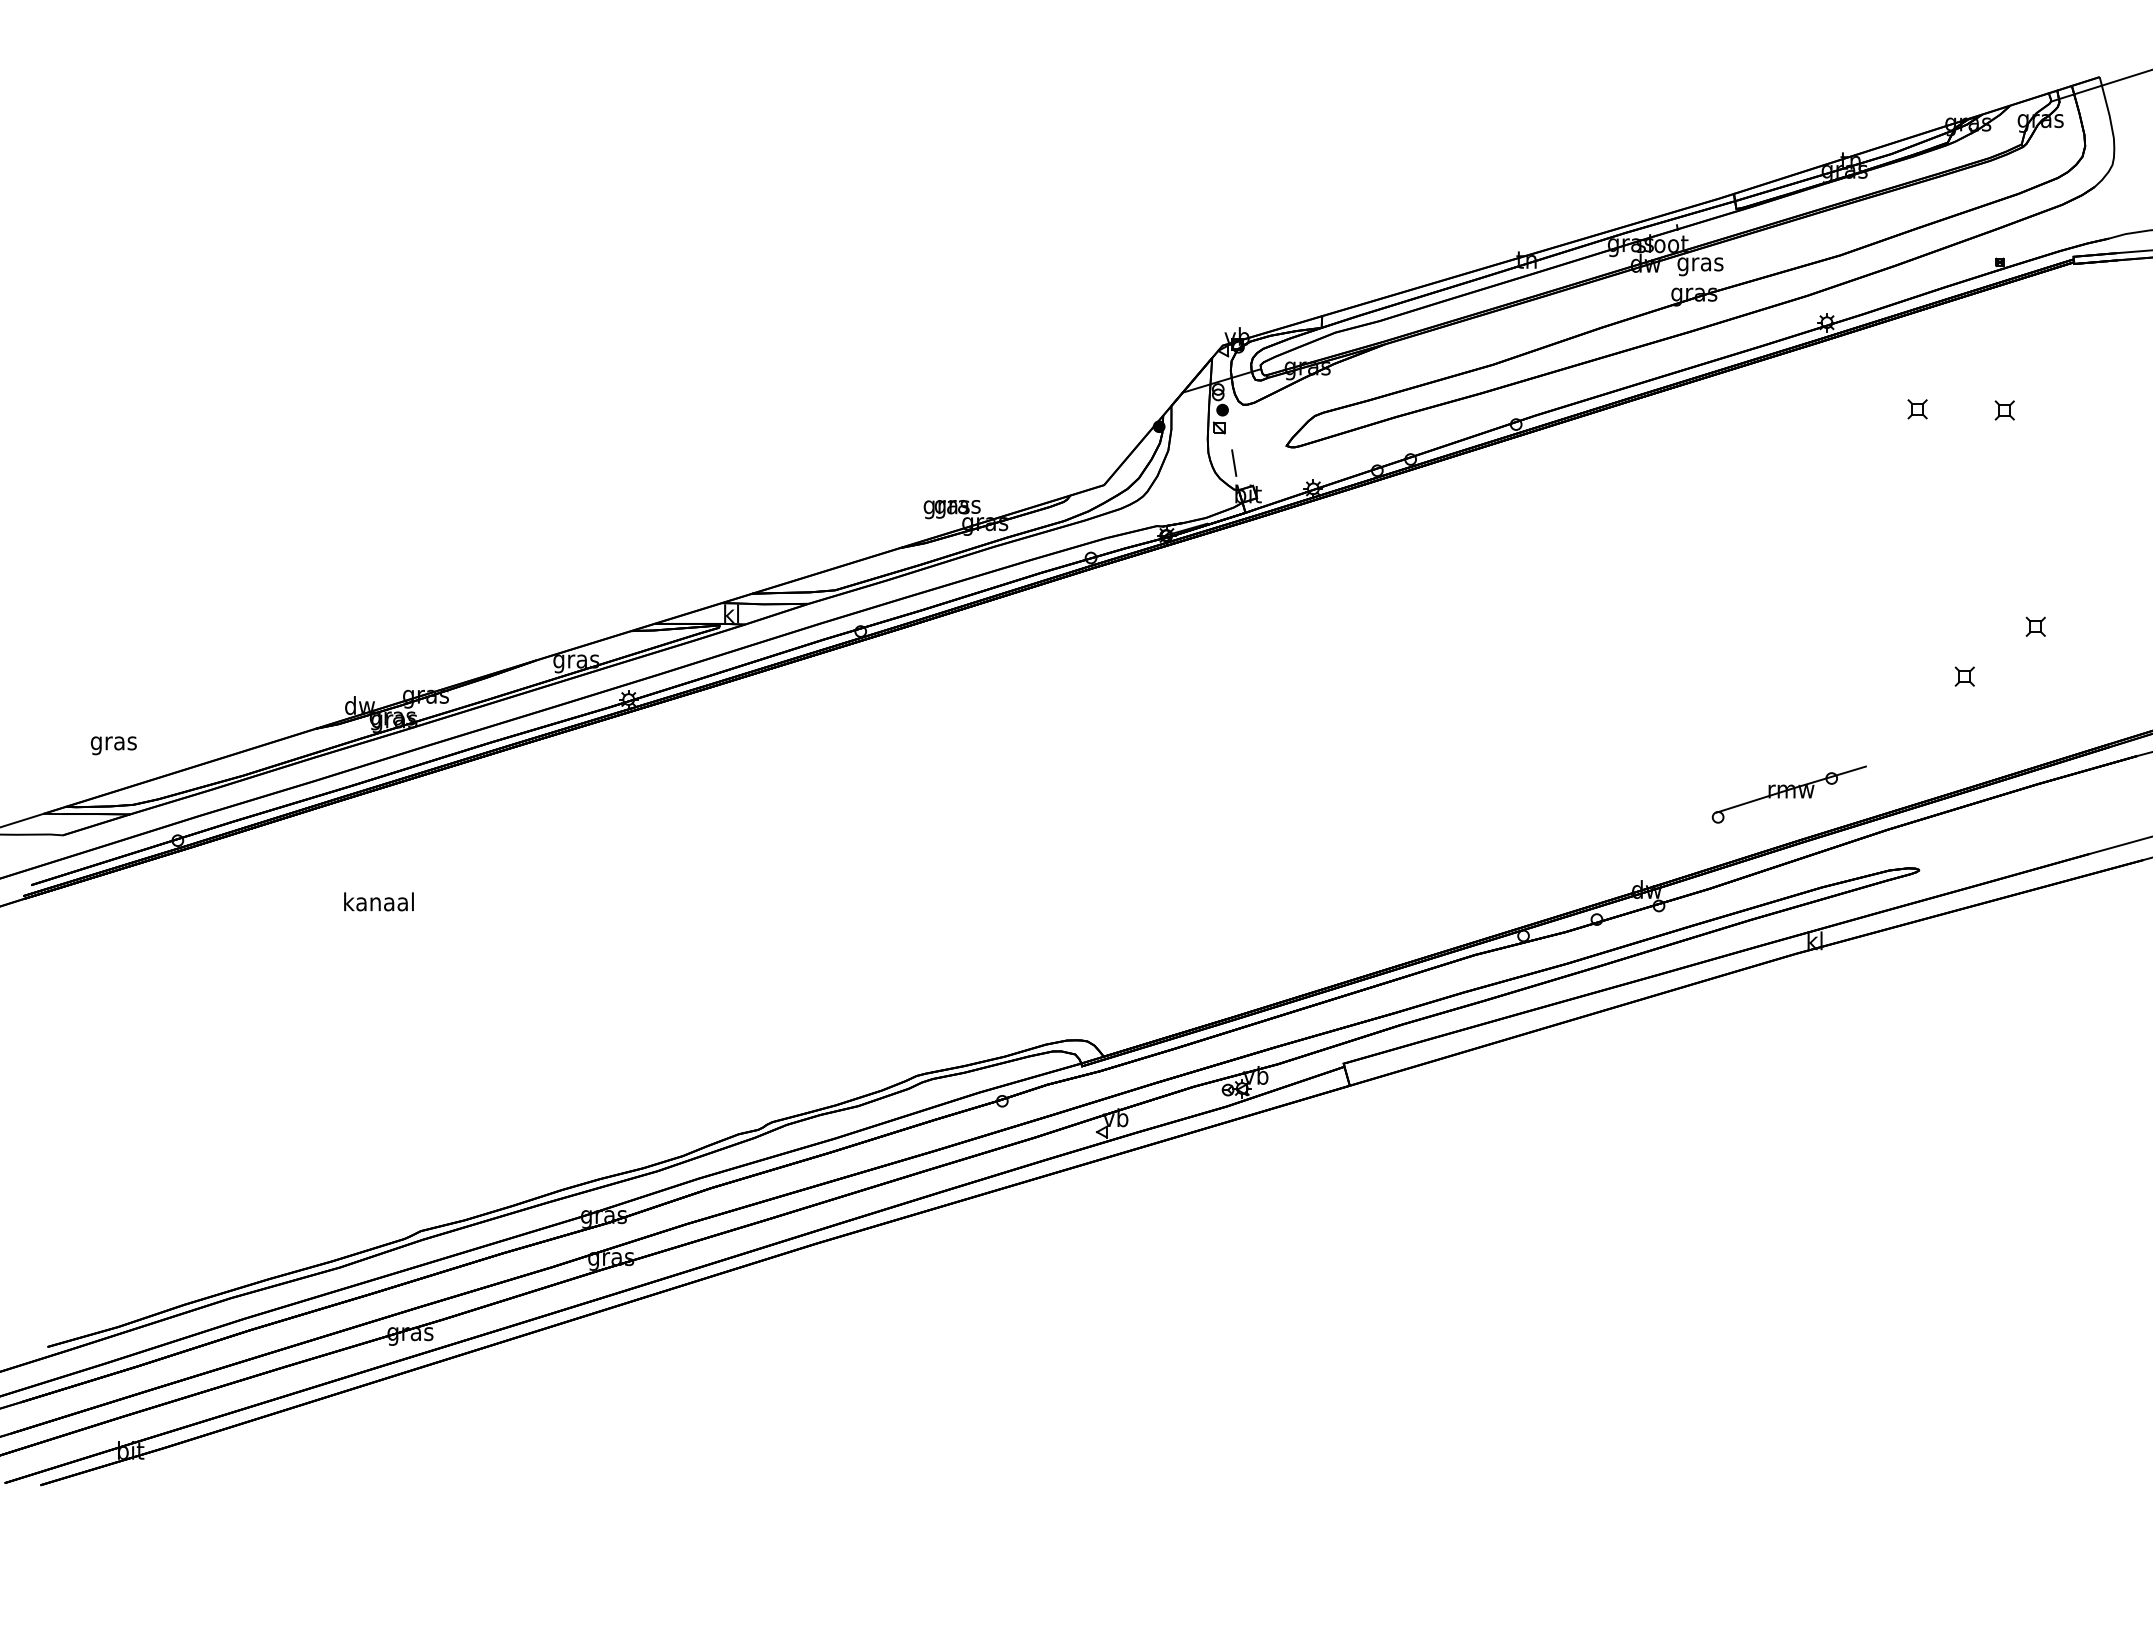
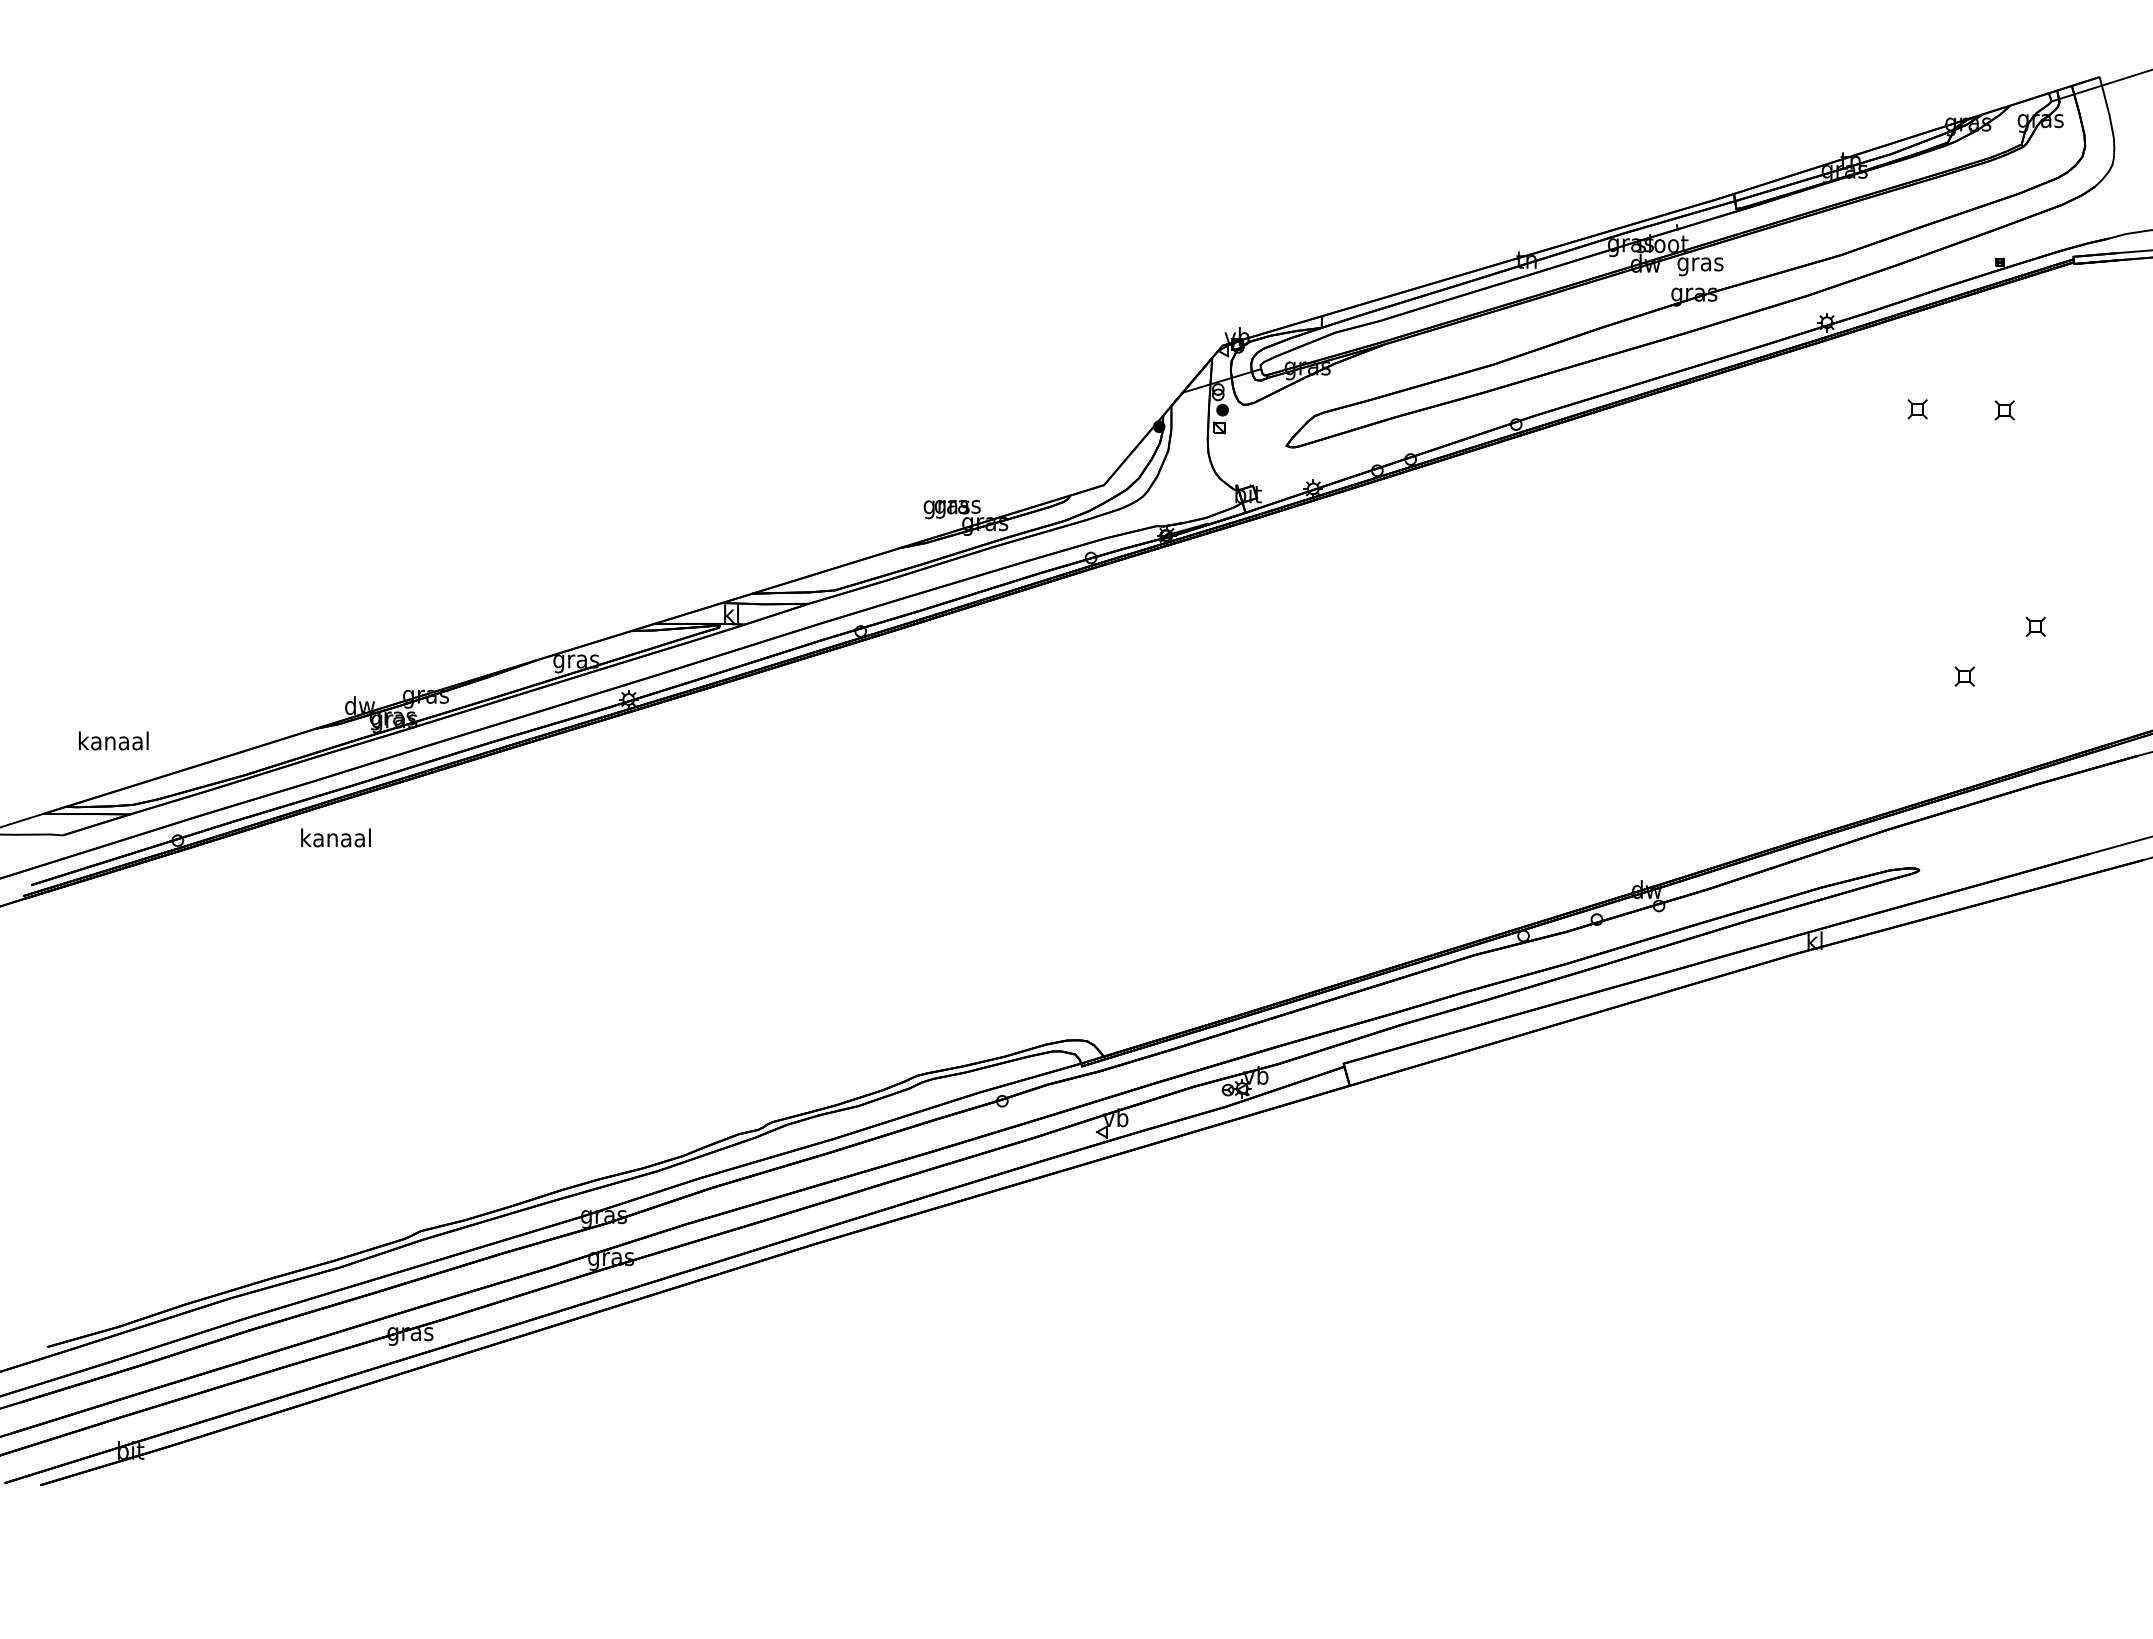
line at (1233, 462): present -> none
text at (113, 743): gras -> kanaal
part at (1788, 794): present -> none
text at (378, 901) position: (378, 901) -> (335, 837)
